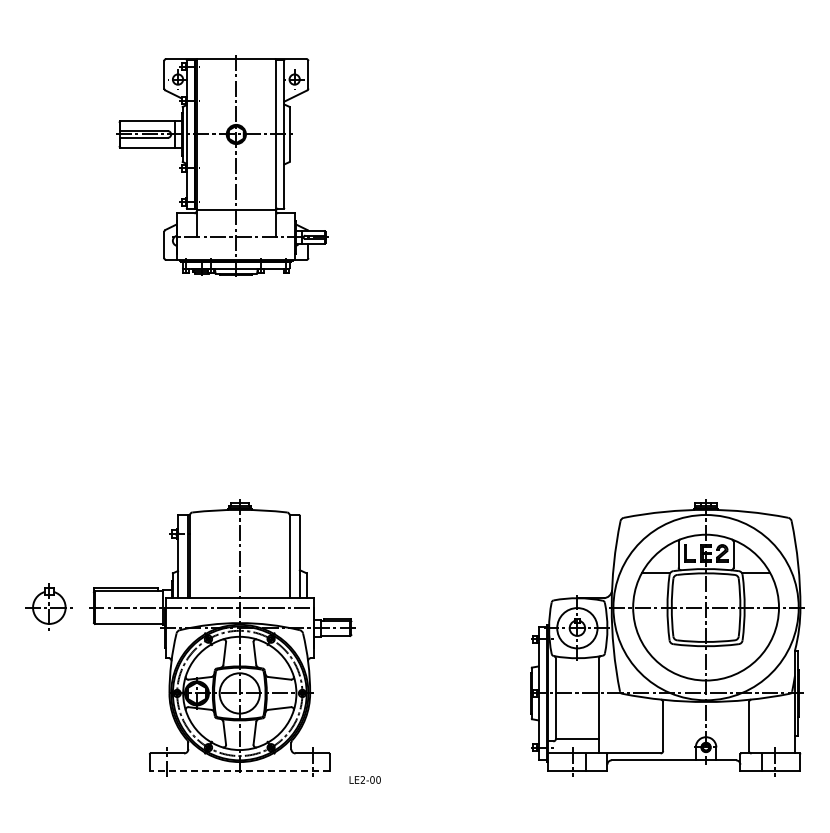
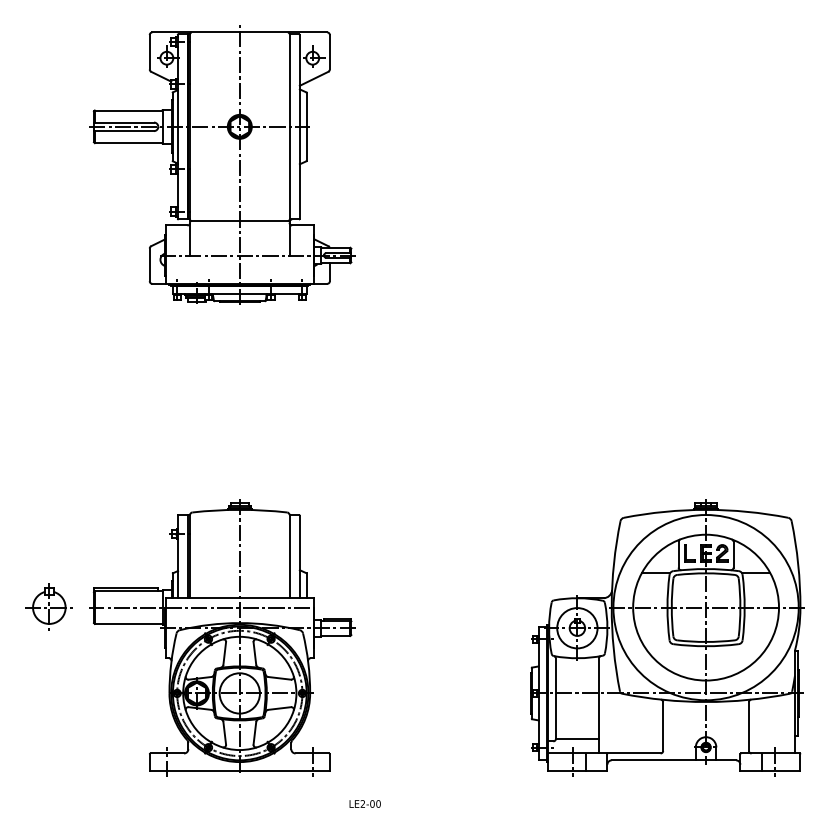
part at (222, 165) size: 213x222 px -> 267x280 px
line at (239, 770): dashed -> solid
text at (364, 779) position: (364, 779) -> (364, 803)
